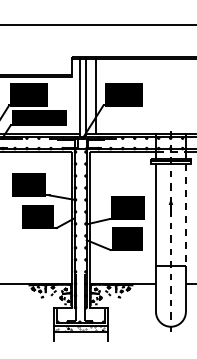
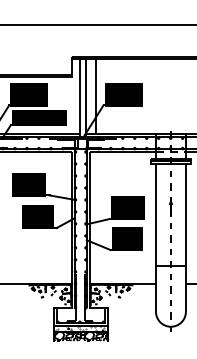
line at (185, 215): dashed -> solid
hatch at (80, 336): none -> present
